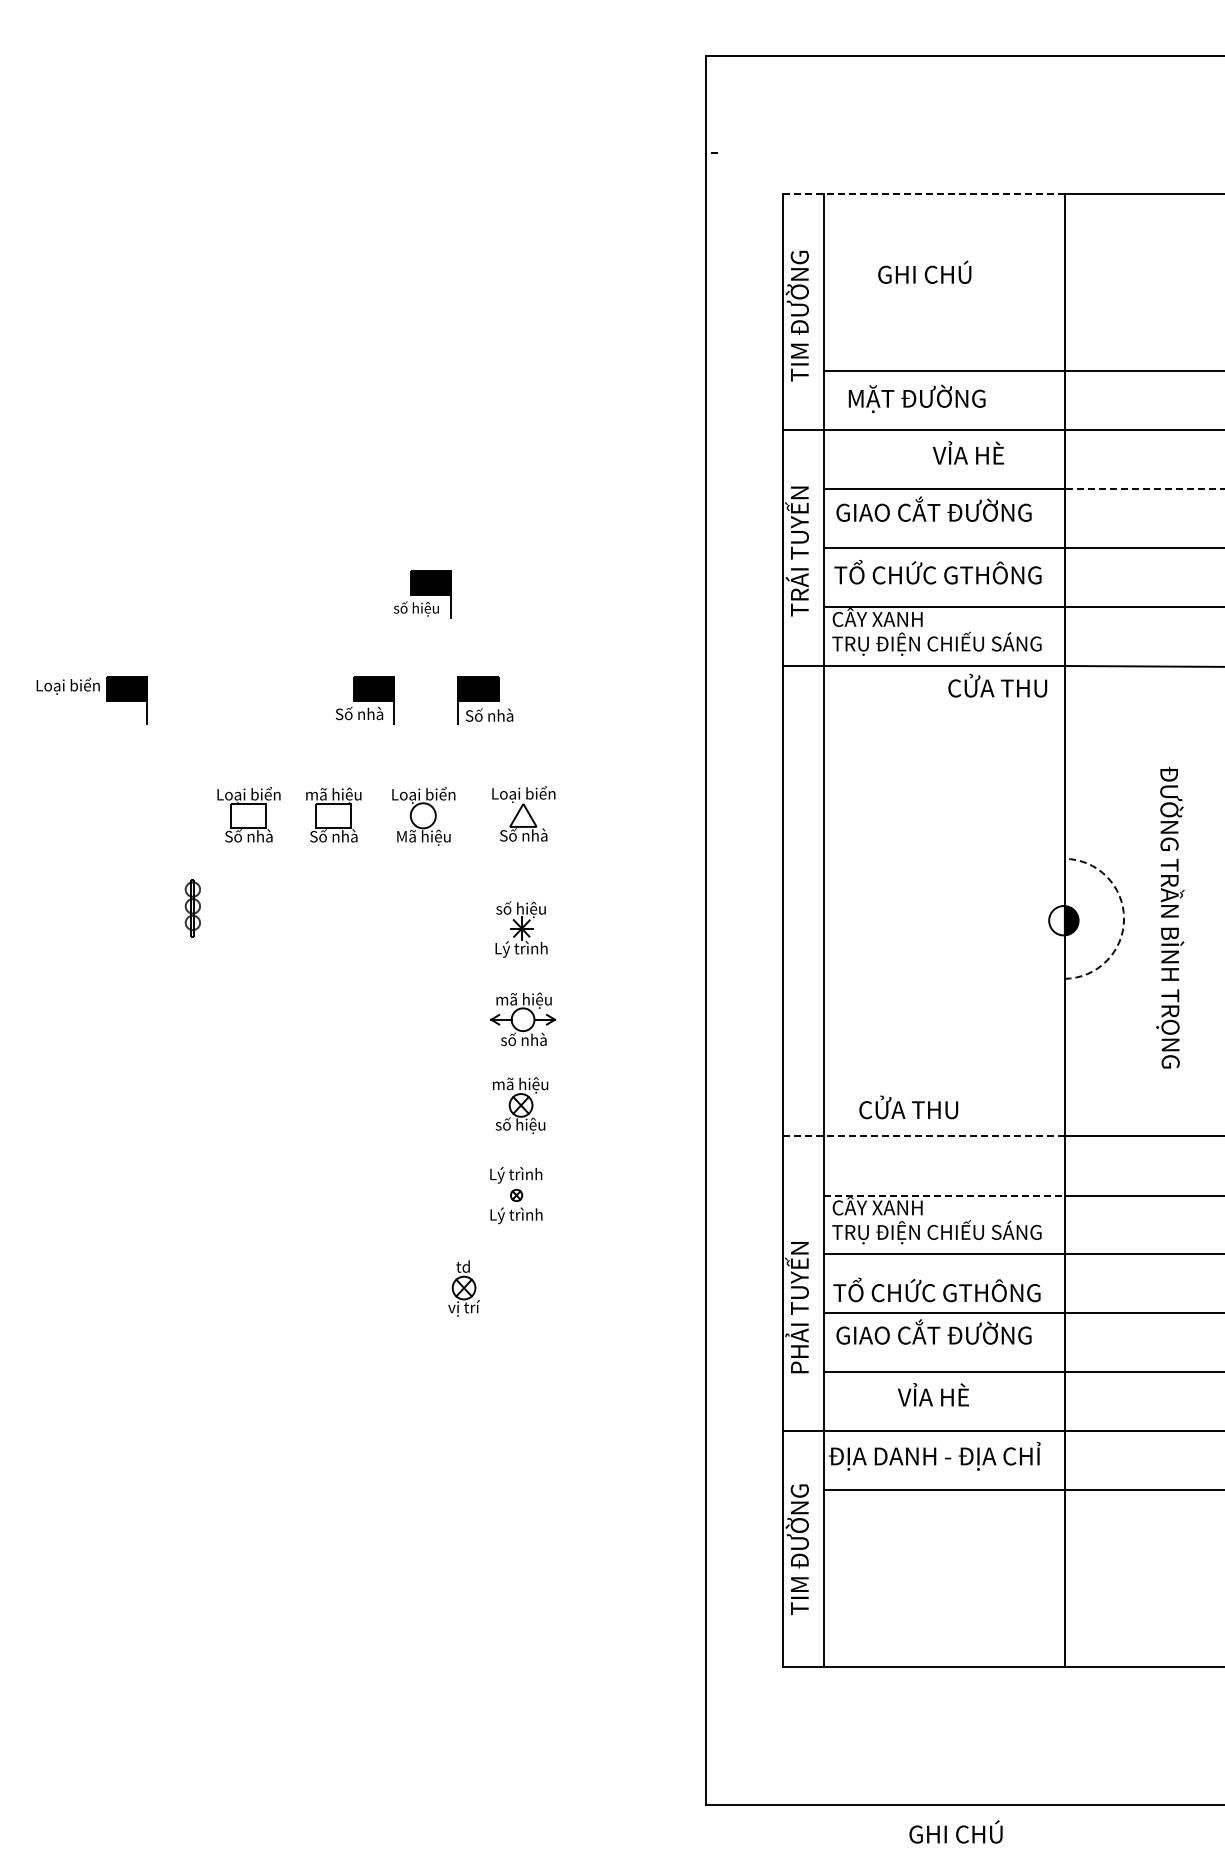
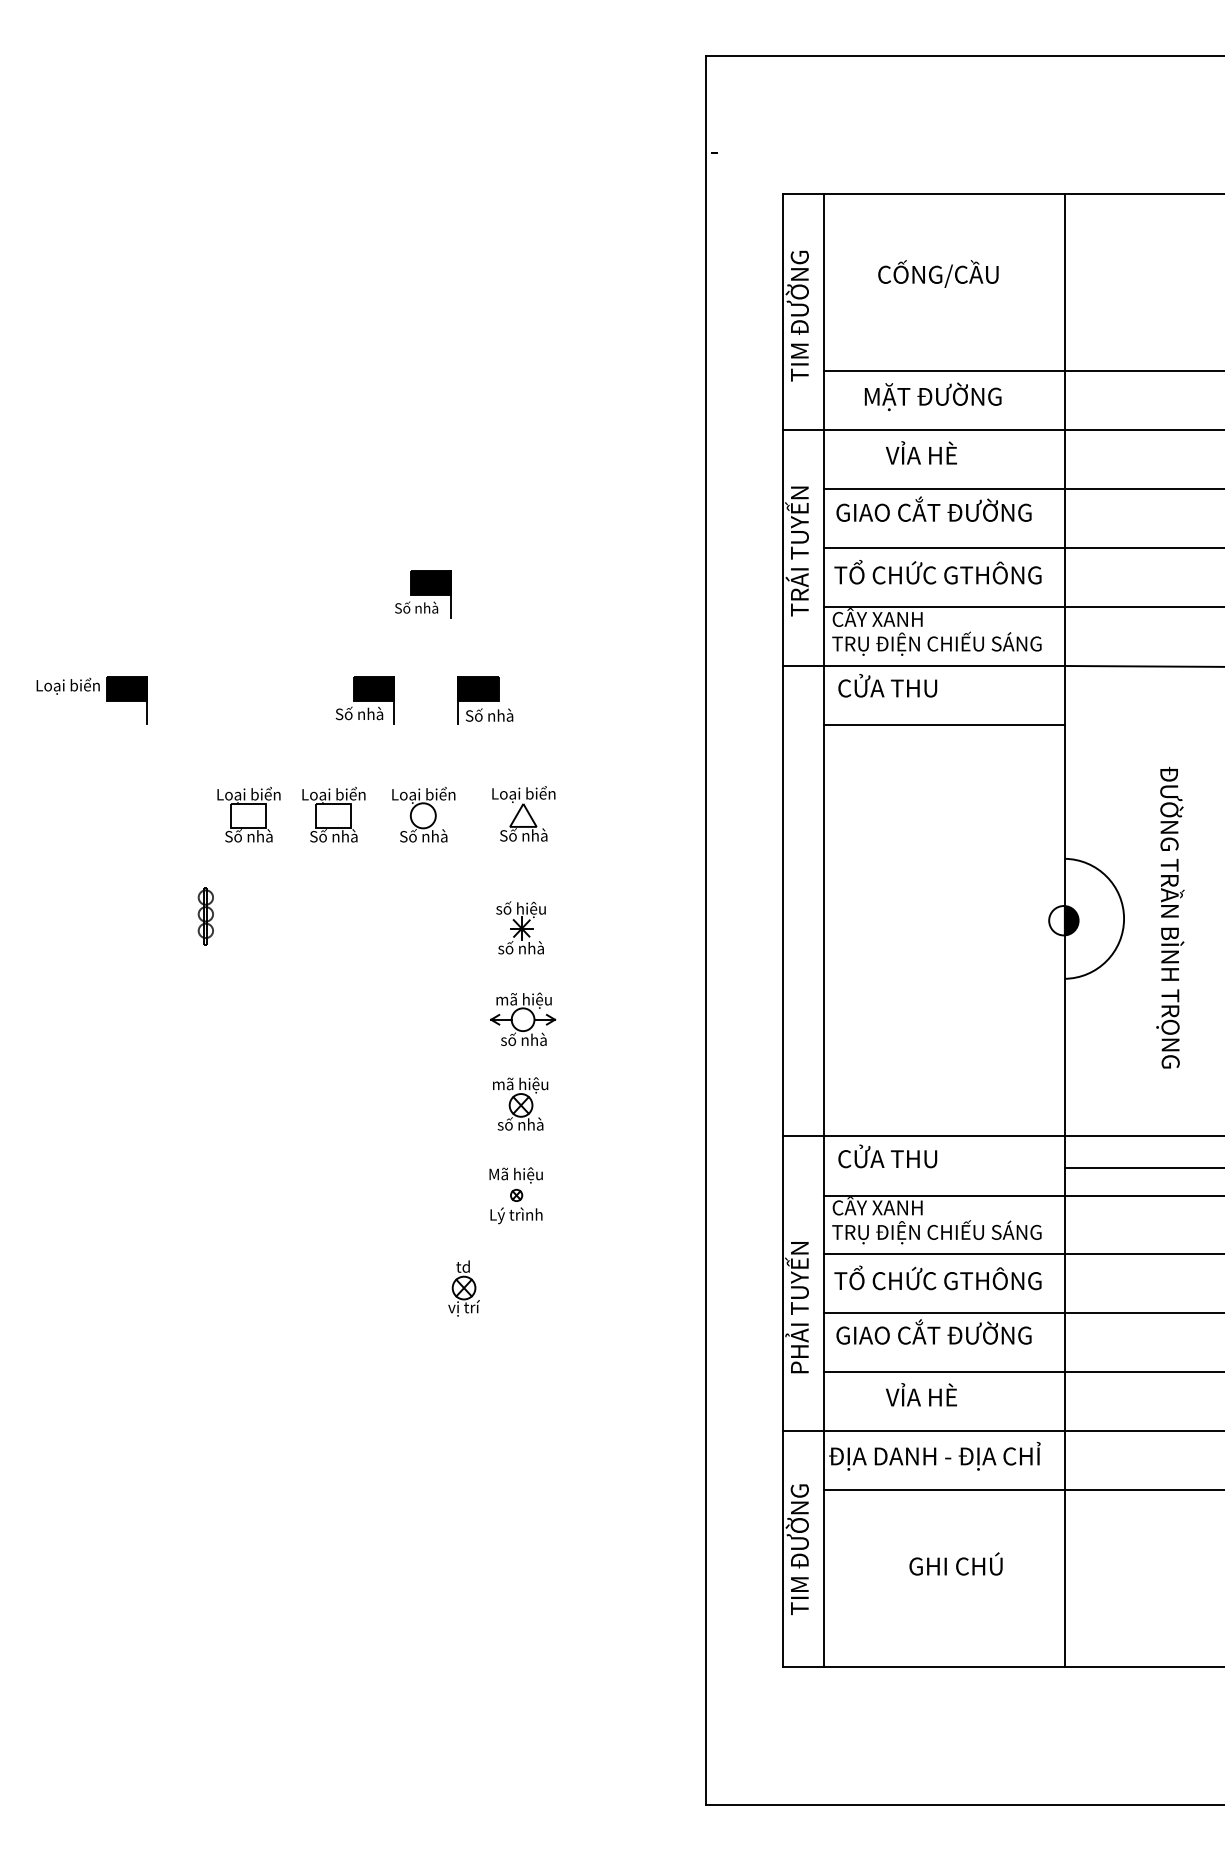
line at (923, 194): dashed -> solid
text at (941, 273): GHI CHÚ -> CỐNG/CẦU
text at (916, 398) position: (916, 398) -> (932, 396)
text at (968, 452) position: (968, 452) -> (921, 452)
line at (1144, 489): dashed -> solid
text at (416, 608): số hiệu -> Số nhà
text at (997, 685) position: (997, 685) -> (887, 685)
line at (944, 724): none -> present
text at (333, 794): mã hiệu -> Loại biển
text at (423, 837): Mã hiệu -> Số nhà
part at (192, 908) position: (192, 908) -> (205, 916)
arc at (1124, 918): dashed -> solid
text at (521, 949): Lý trình -> số nhà
text at (908, 1107) position: (908, 1107) -> (887, 1156)
text at (520, 1125): số hiệu -> số nhà
line at (923, 1135): dashed -> solid
line at (1142, 1167): none -> present
text at (515, 1174): Lý trình -> Mã hiệu
line at (944, 1195): dashed -> solid
text at (936, 1289) position: (936, 1289) -> (937, 1277)
text at (933, 1394) position: (933, 1394) -> (921, 1394)
text at (955, 1831) position: (955, 1831) -> (955, 1563)
